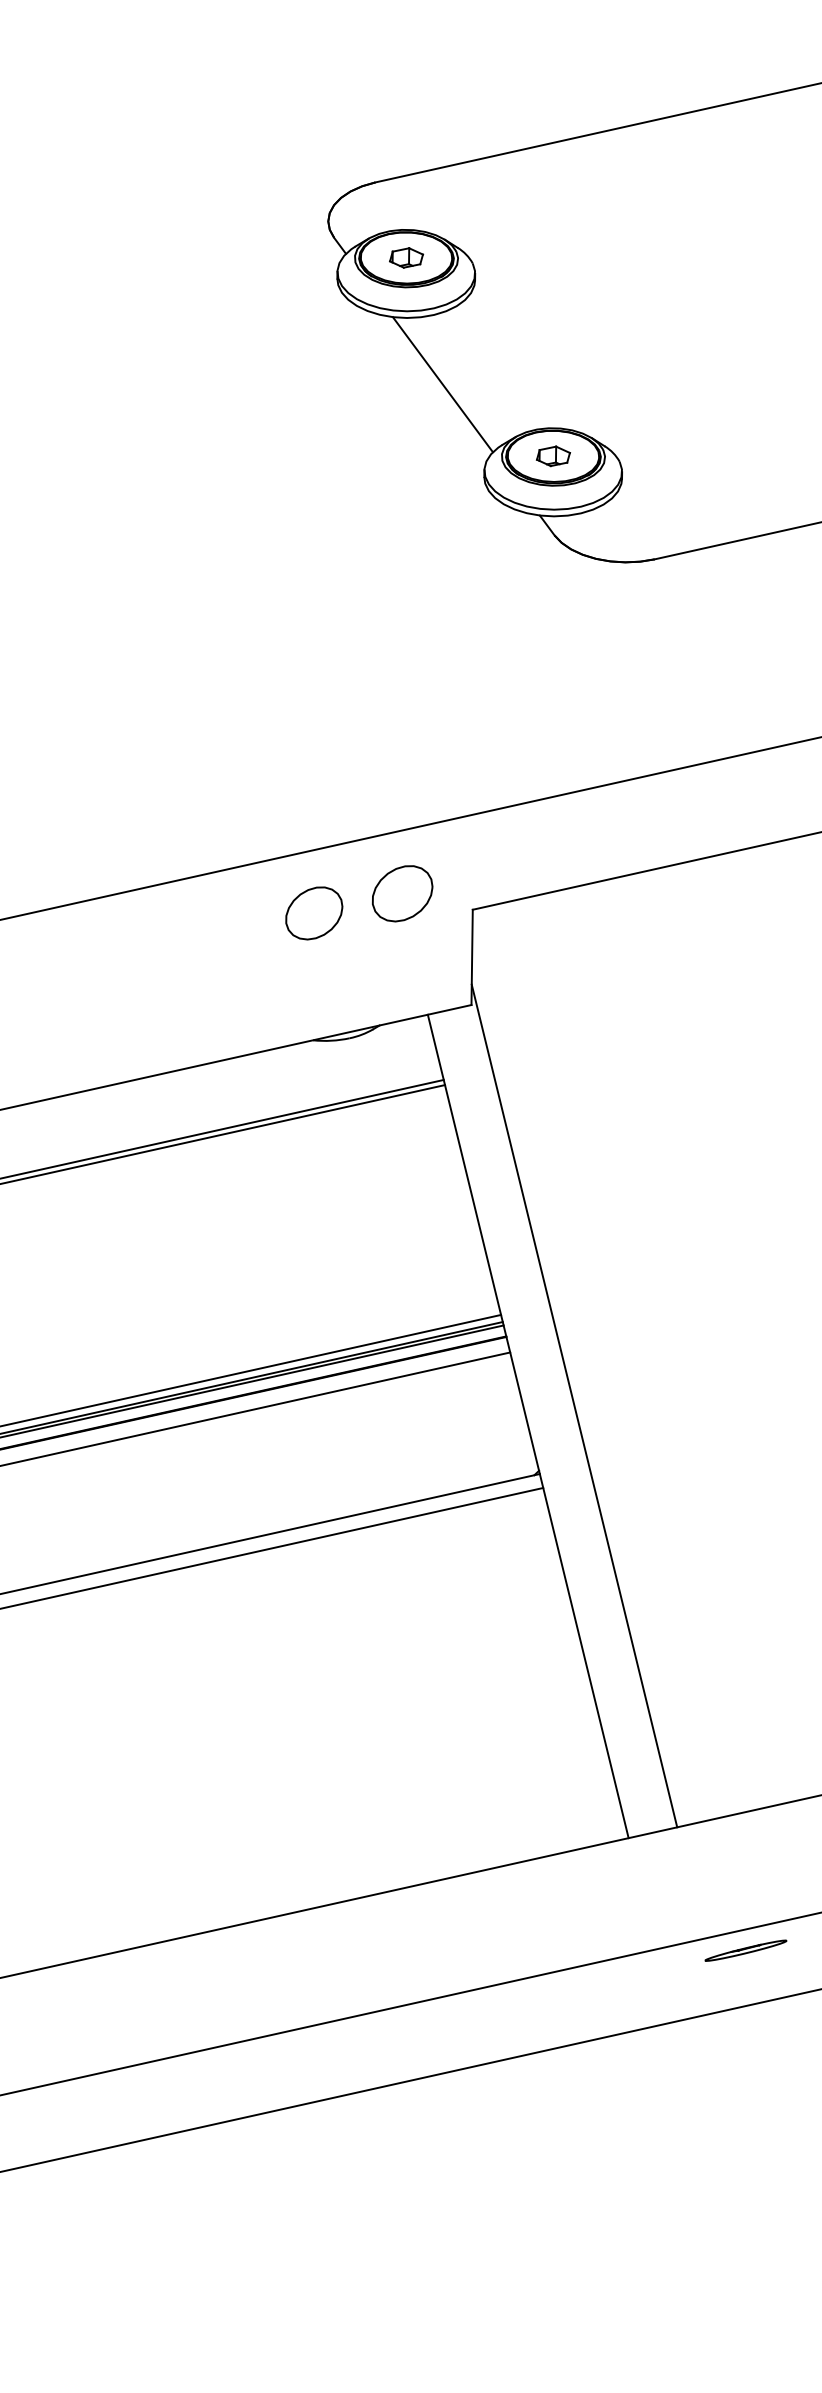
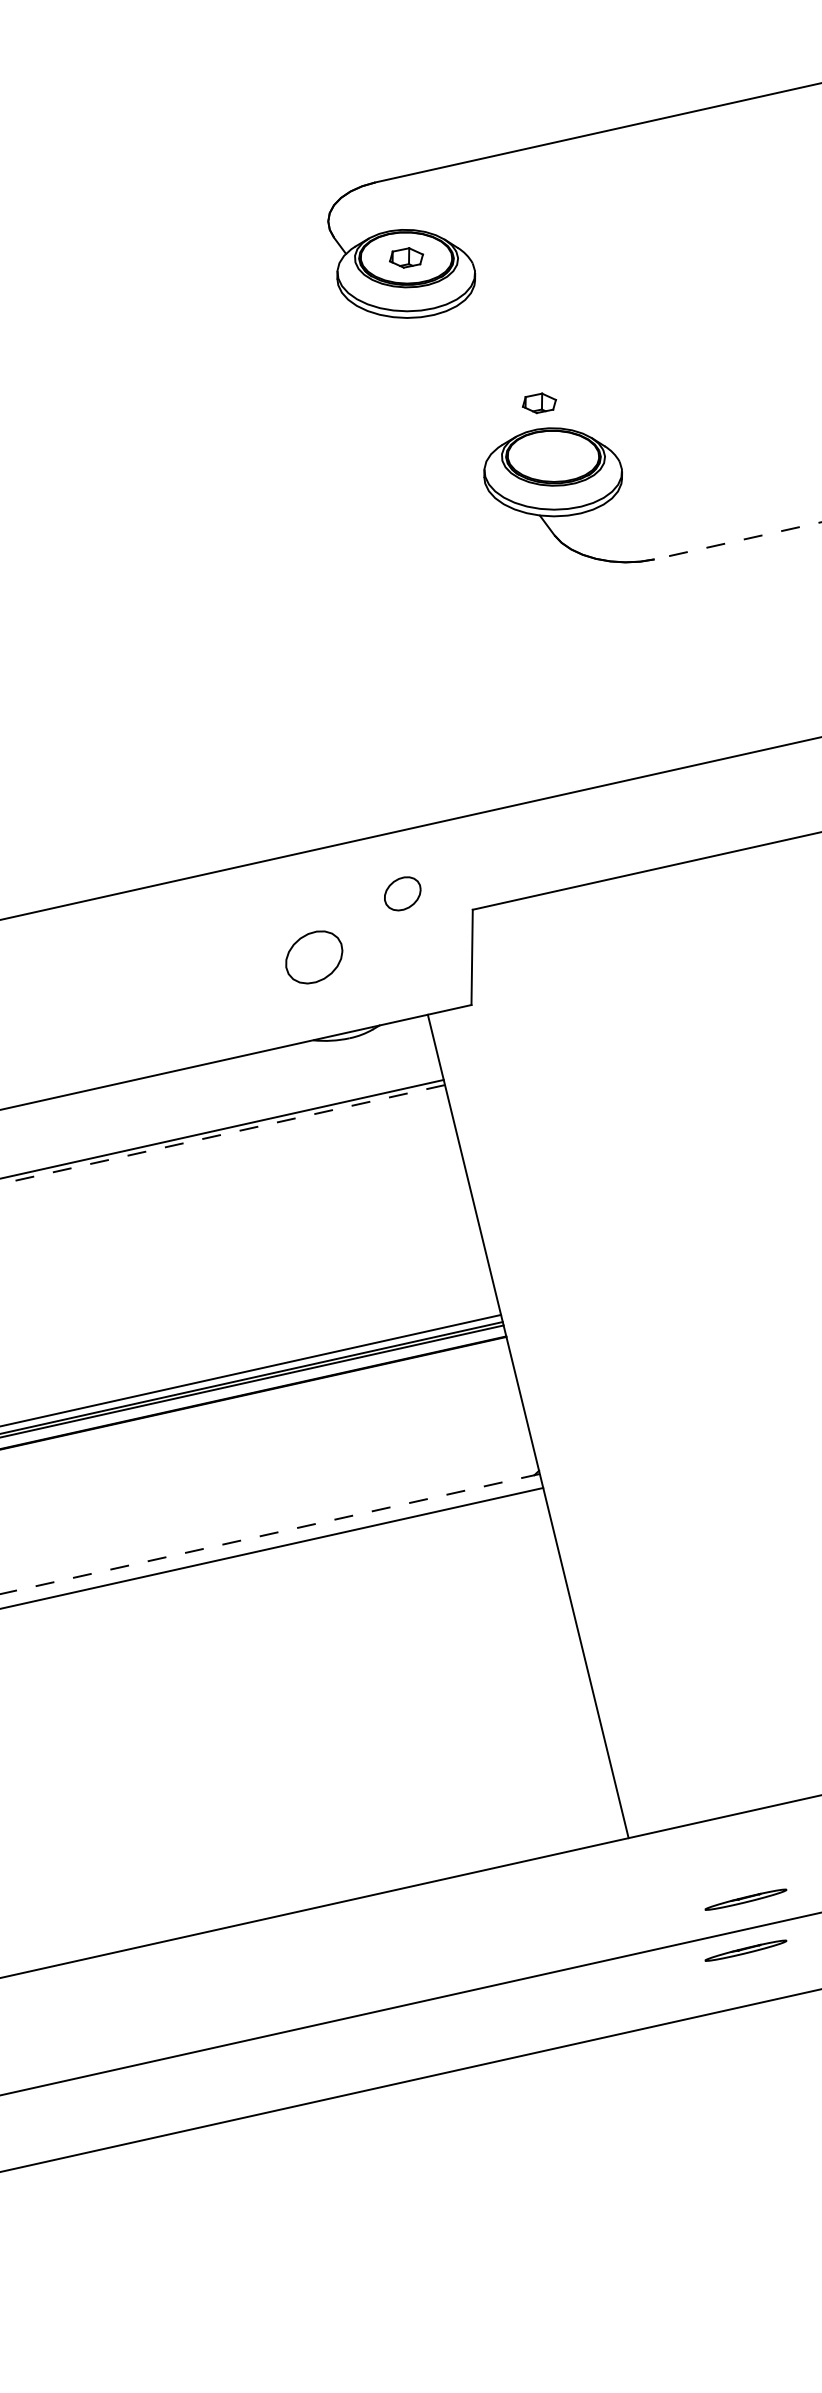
line at (442, 384): present -> none
part at (552, 456) position: (552, 456) -> (538, 403)
line at (737, 540): solid -> dashed
part at (402, 893) size: 62x58 px -> 38x36 px
part at (314, 913) position: (314, 913) -> (314, 957)
line at (222, 1134): solid -> dashed
line at (574, 1405): present -> none
line at (256, 1408): present -> none
line at (269, 1534): solid -> dashed
part at (745, 1899): none -> present
